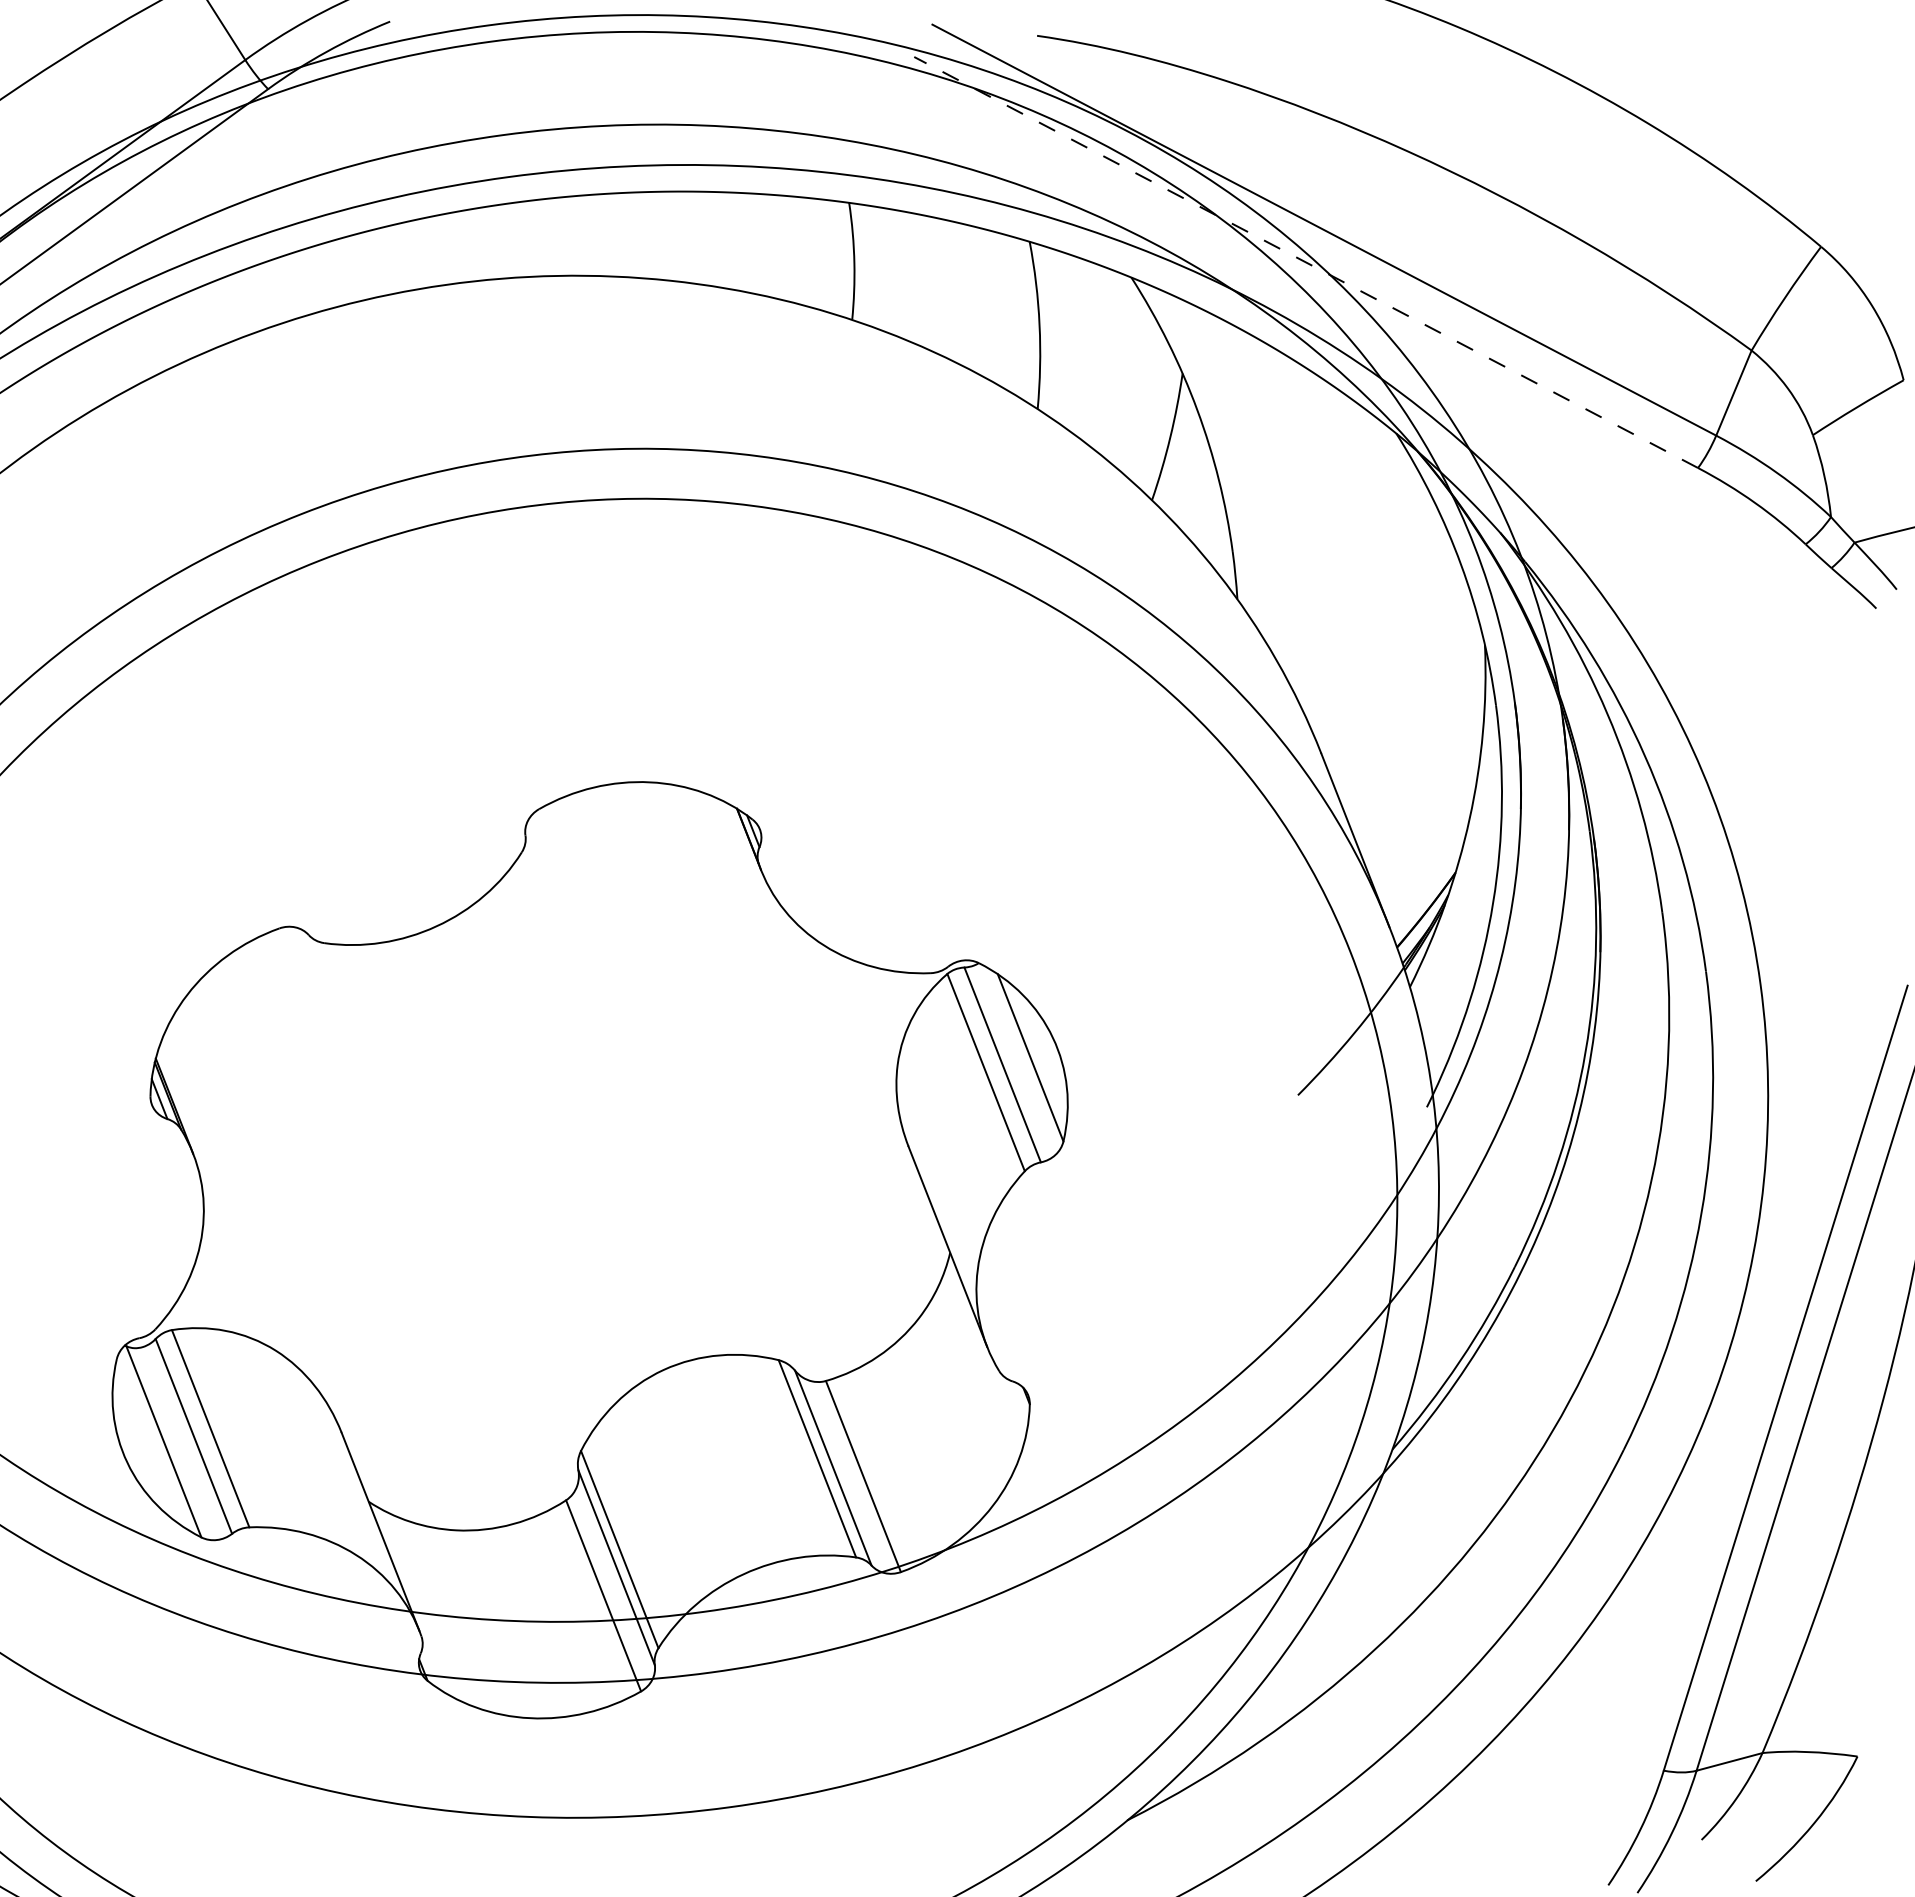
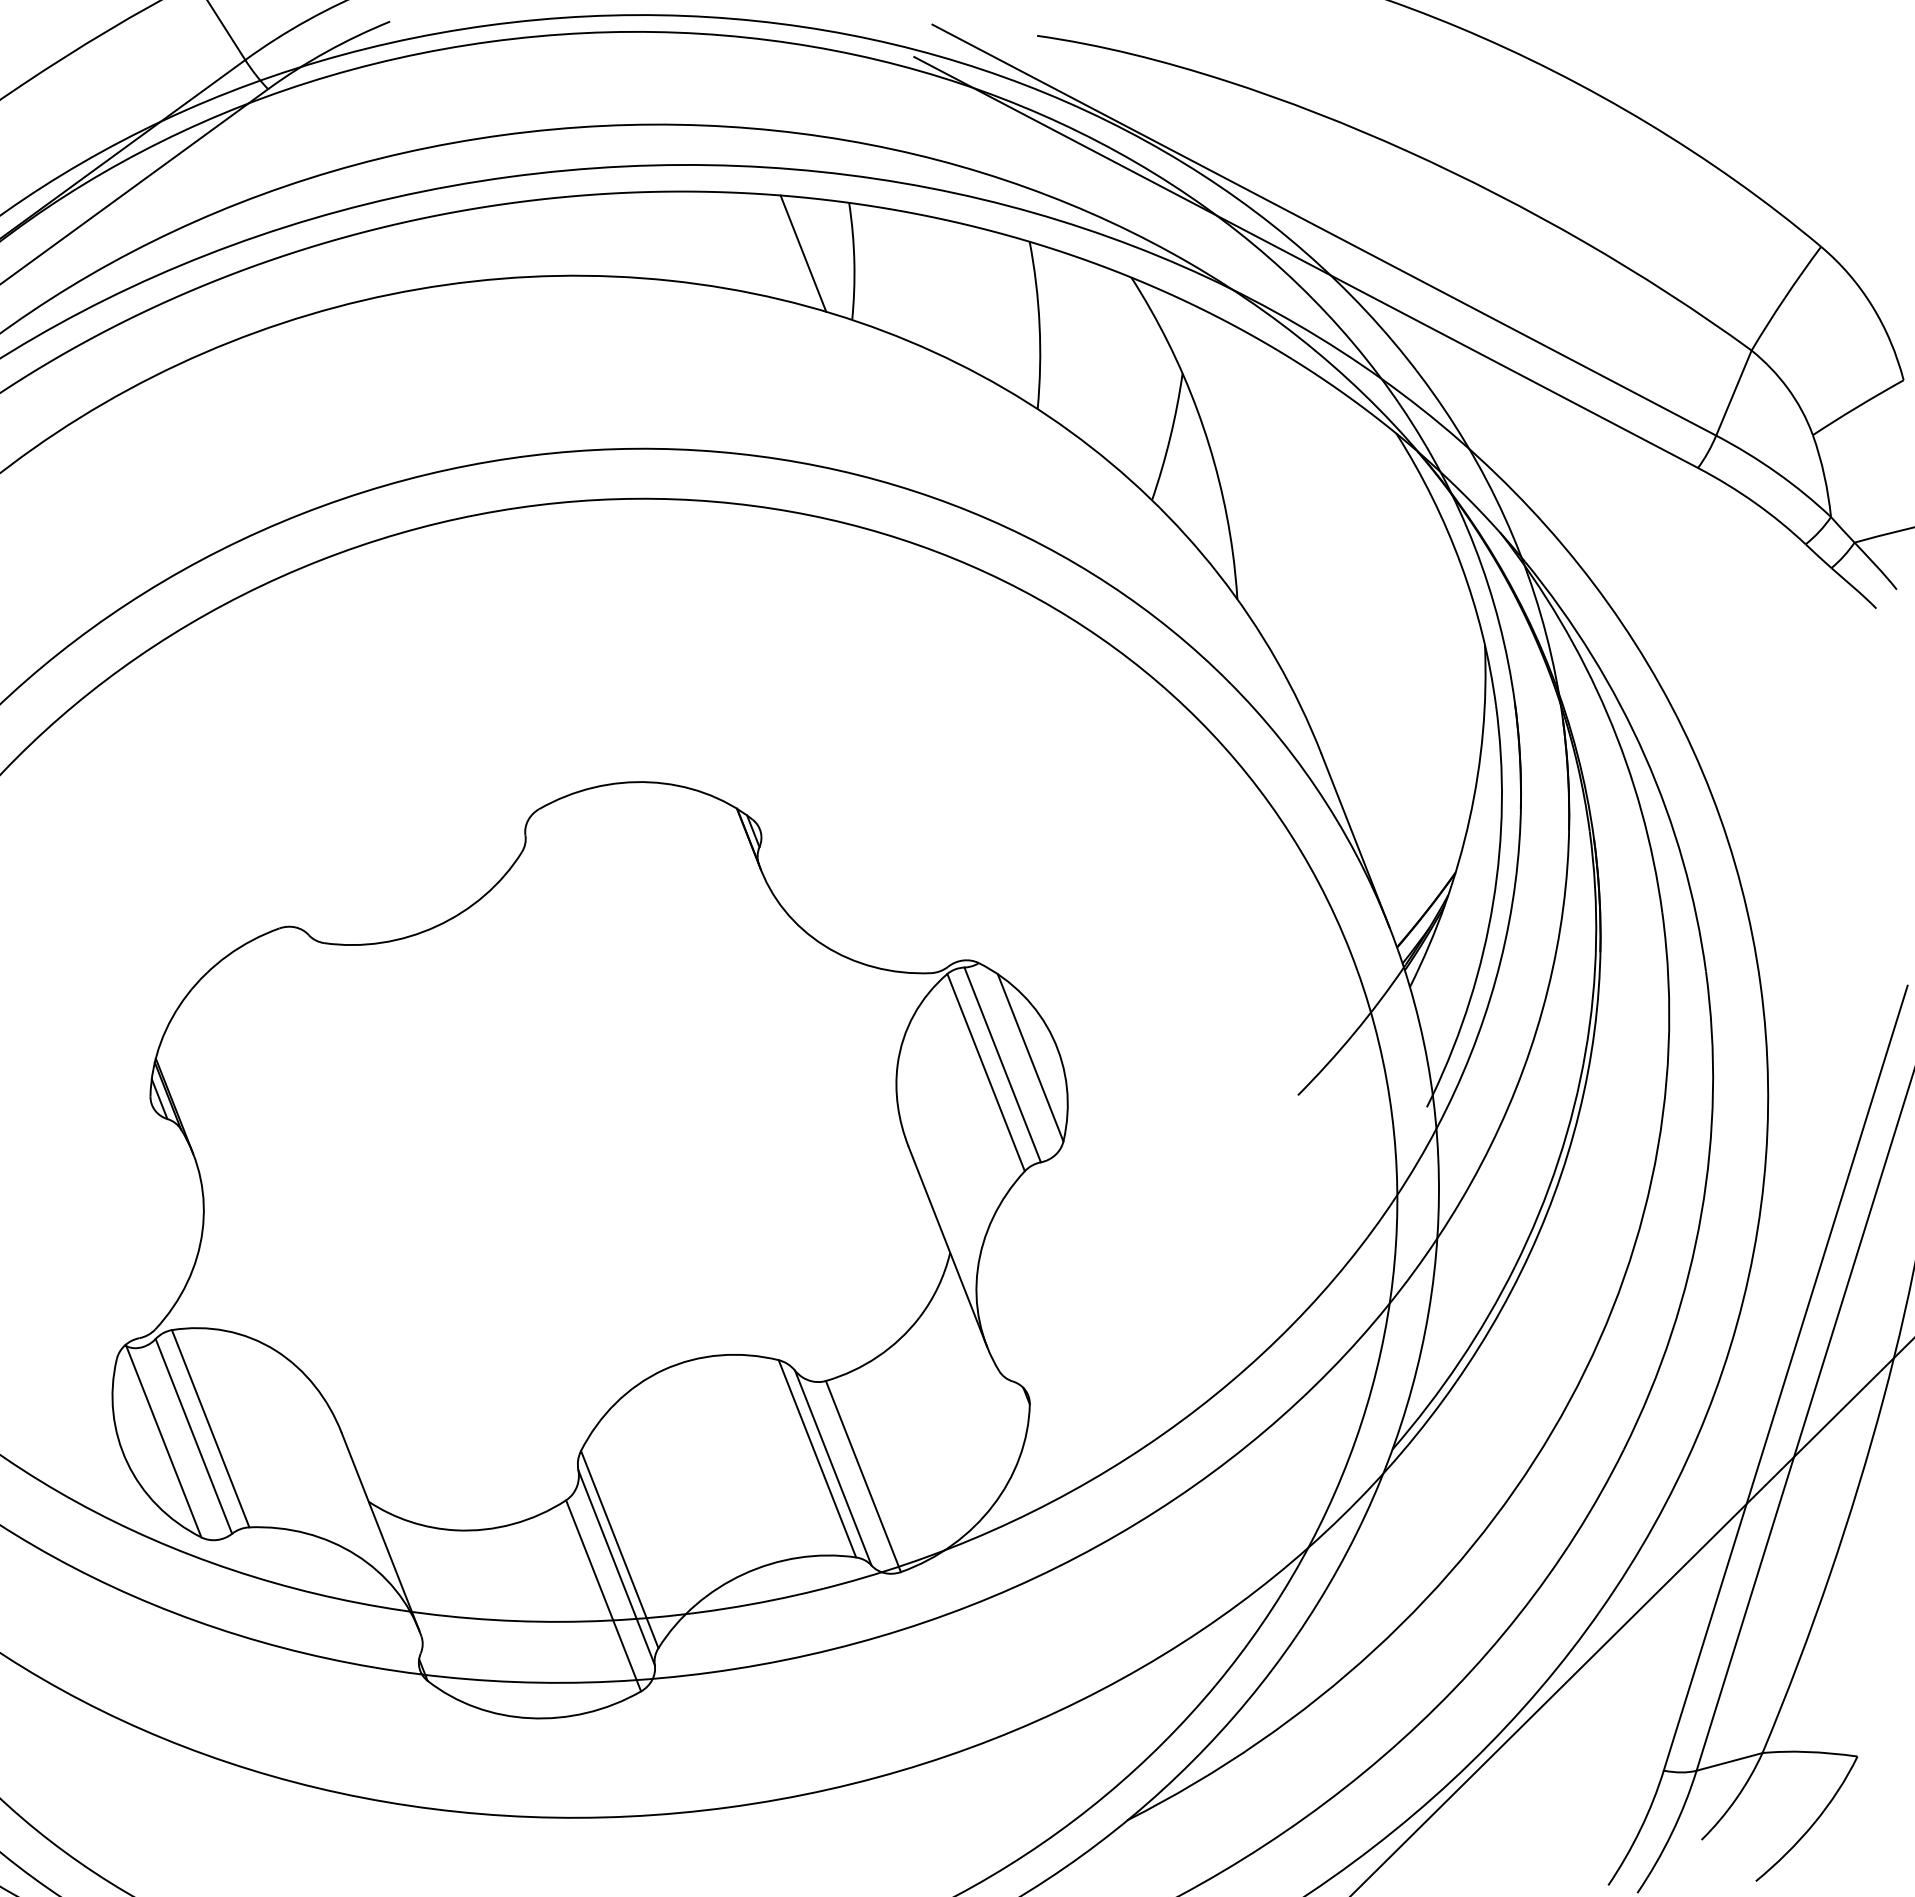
line at (803, 253): none -> present
line at (1306, 262): dashed -> solid
line at (1632, 1616): none -> present
